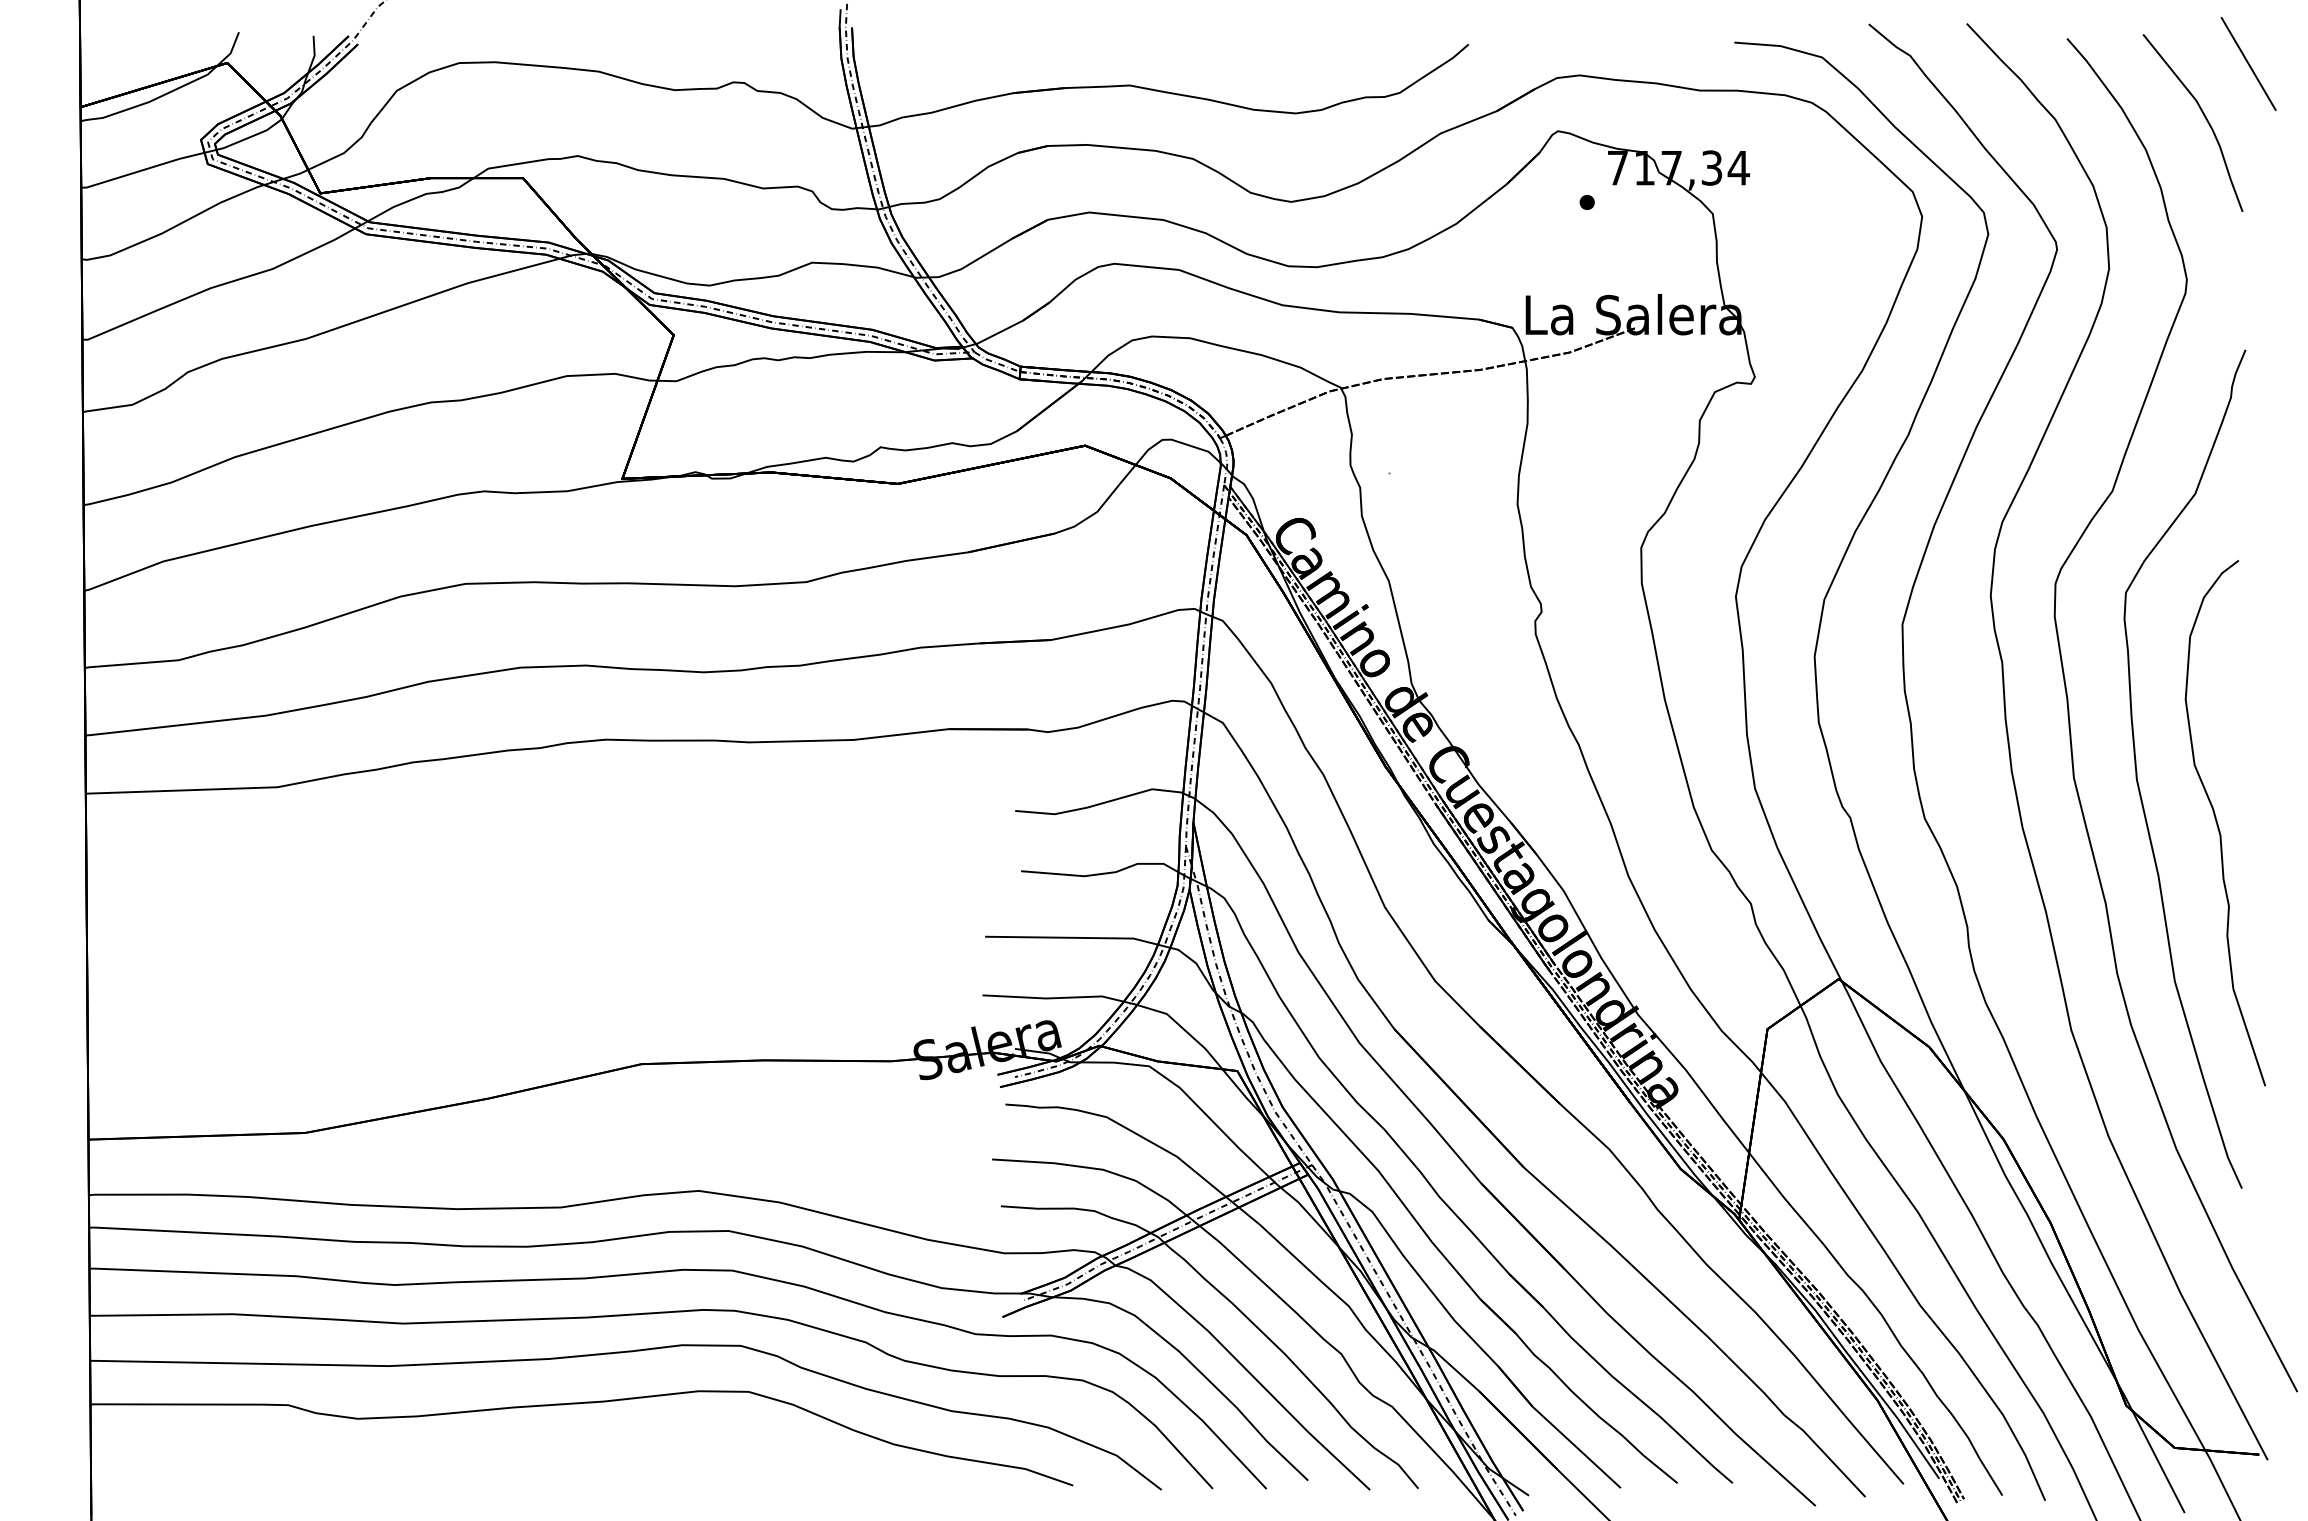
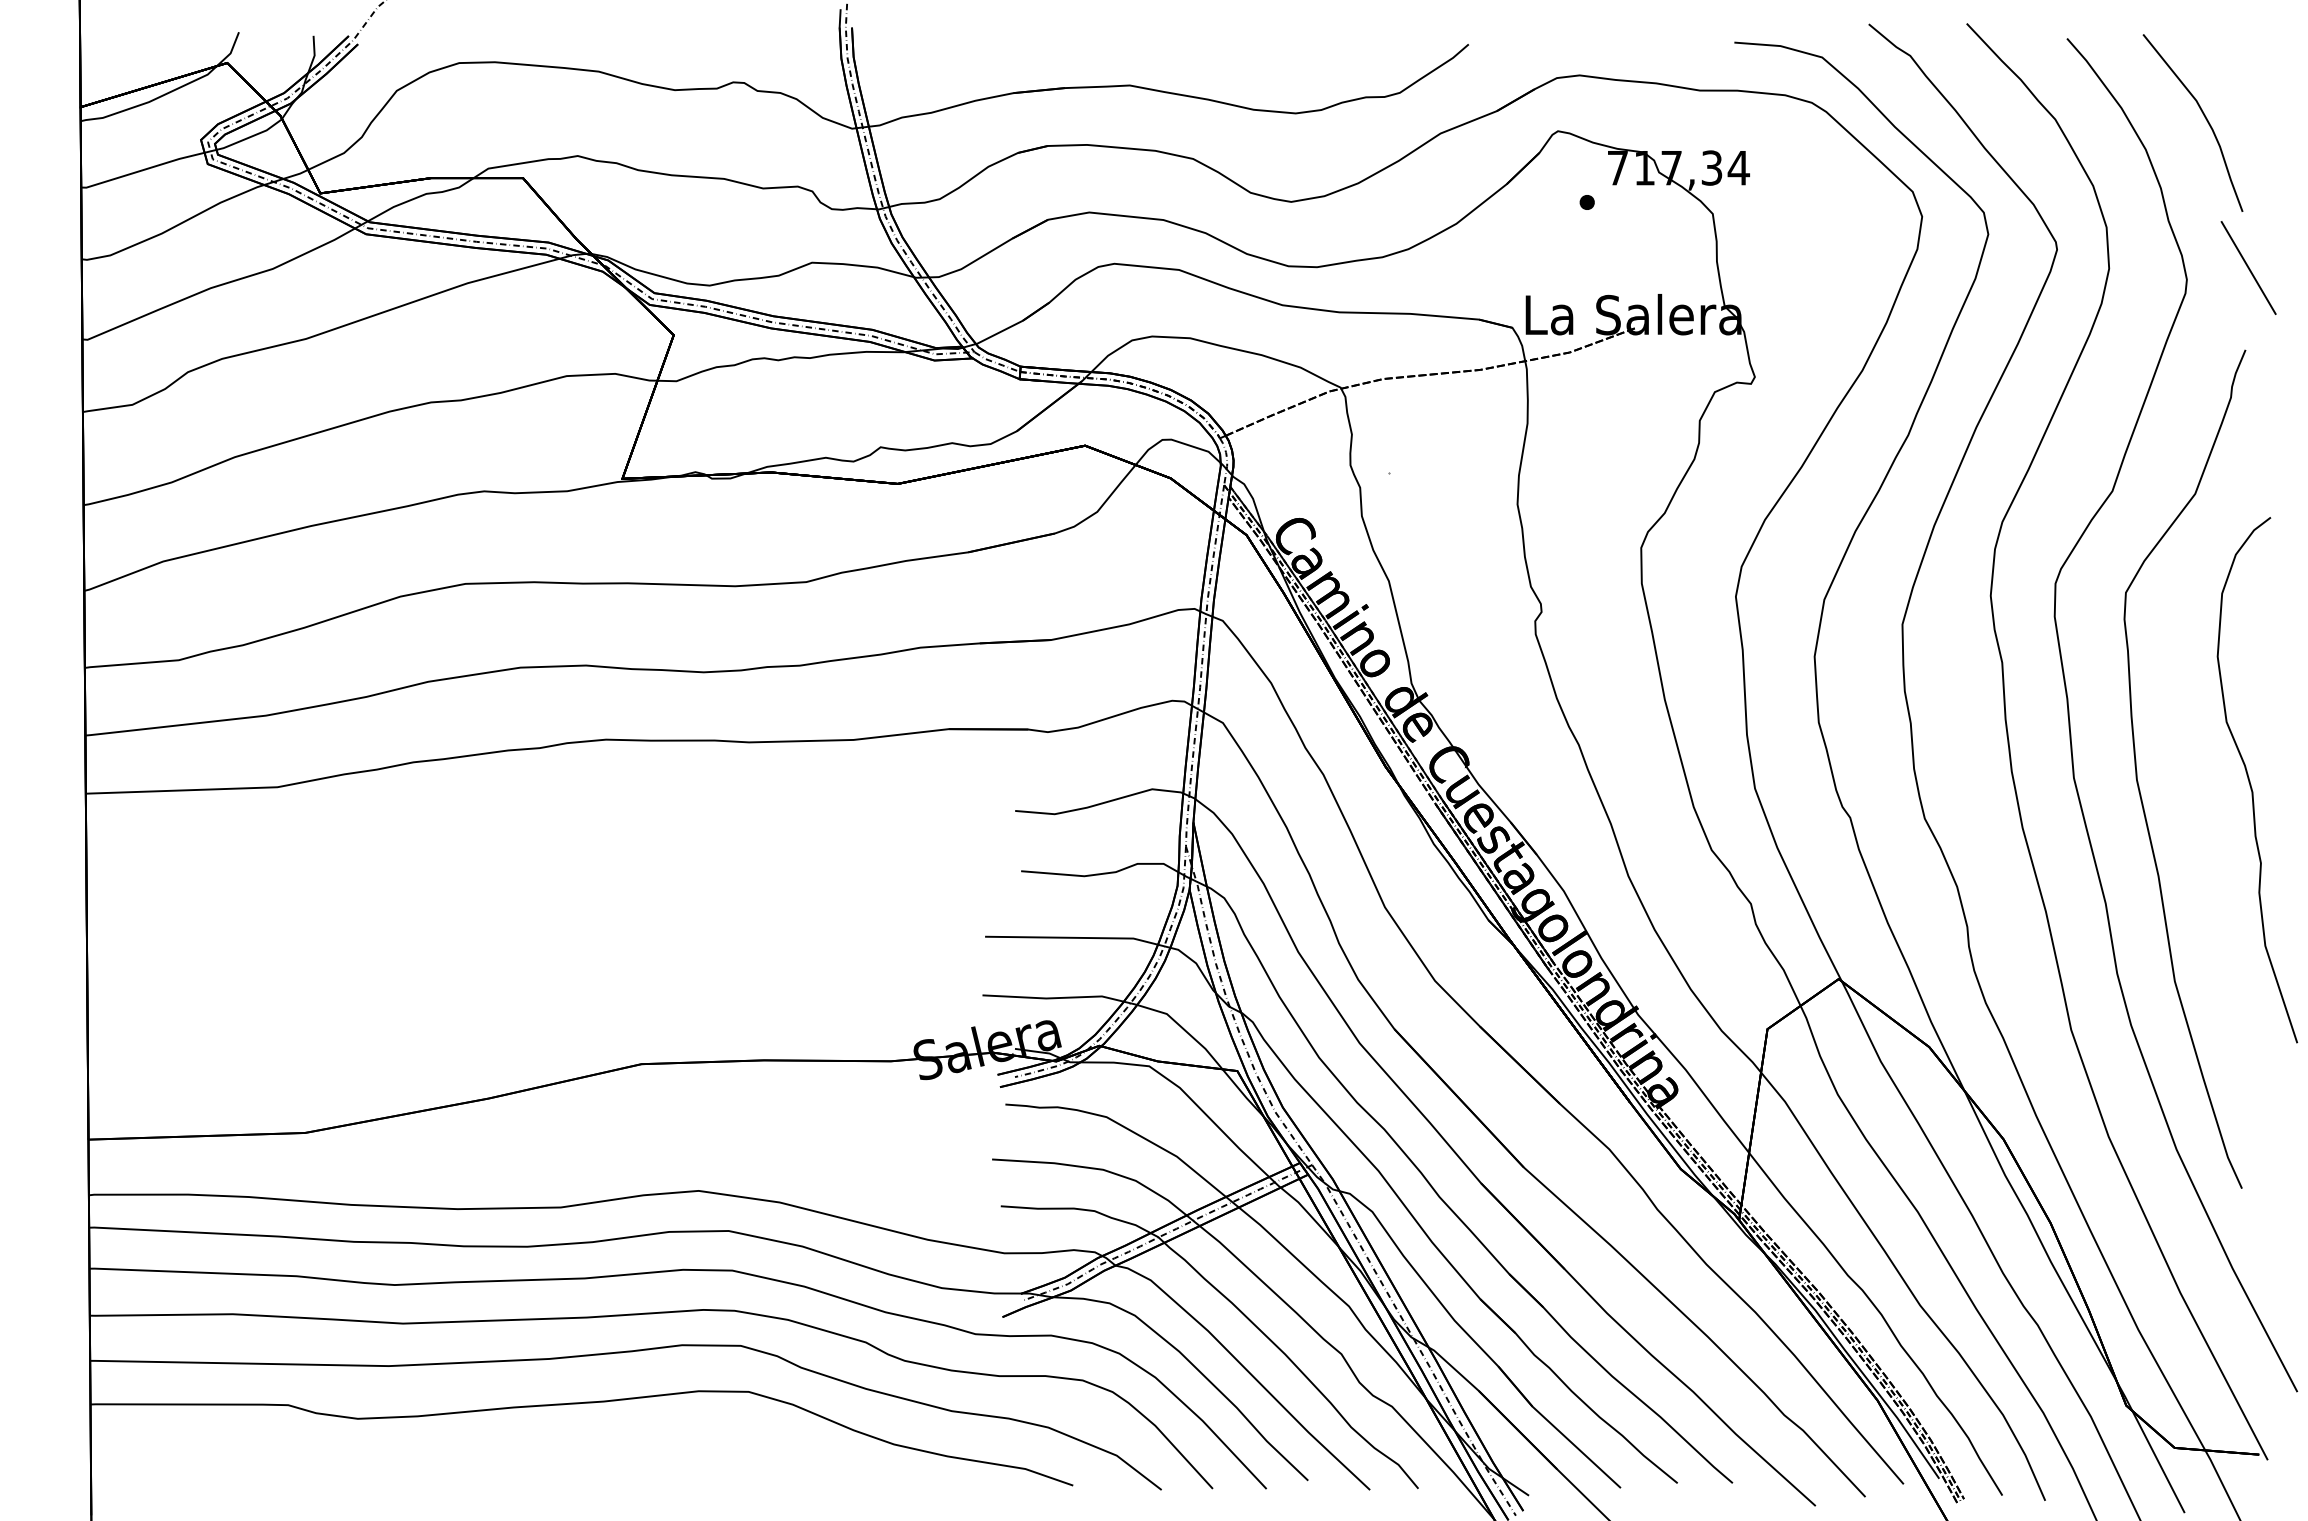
line at (2248, 63) position: (2248, 63) -> (2248, 267)
curve at (2218, 823) position: (2218, 823) -> (2250, 780)
